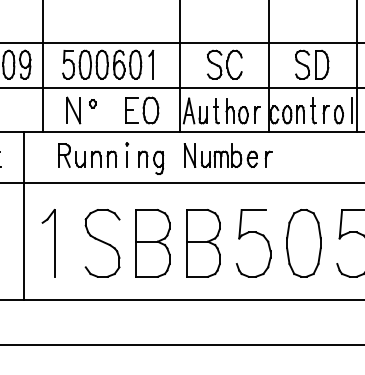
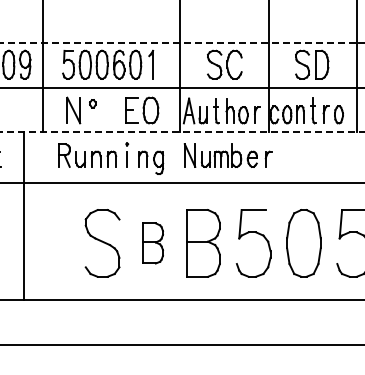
line at (180, 42): solid -> dashed
line at (351, 110): present -> none
line at (182, 132): solid -> dashed
part at (48, 243): present -> none
part at (152, 243) size: 36x69 px -> 22x43 px
